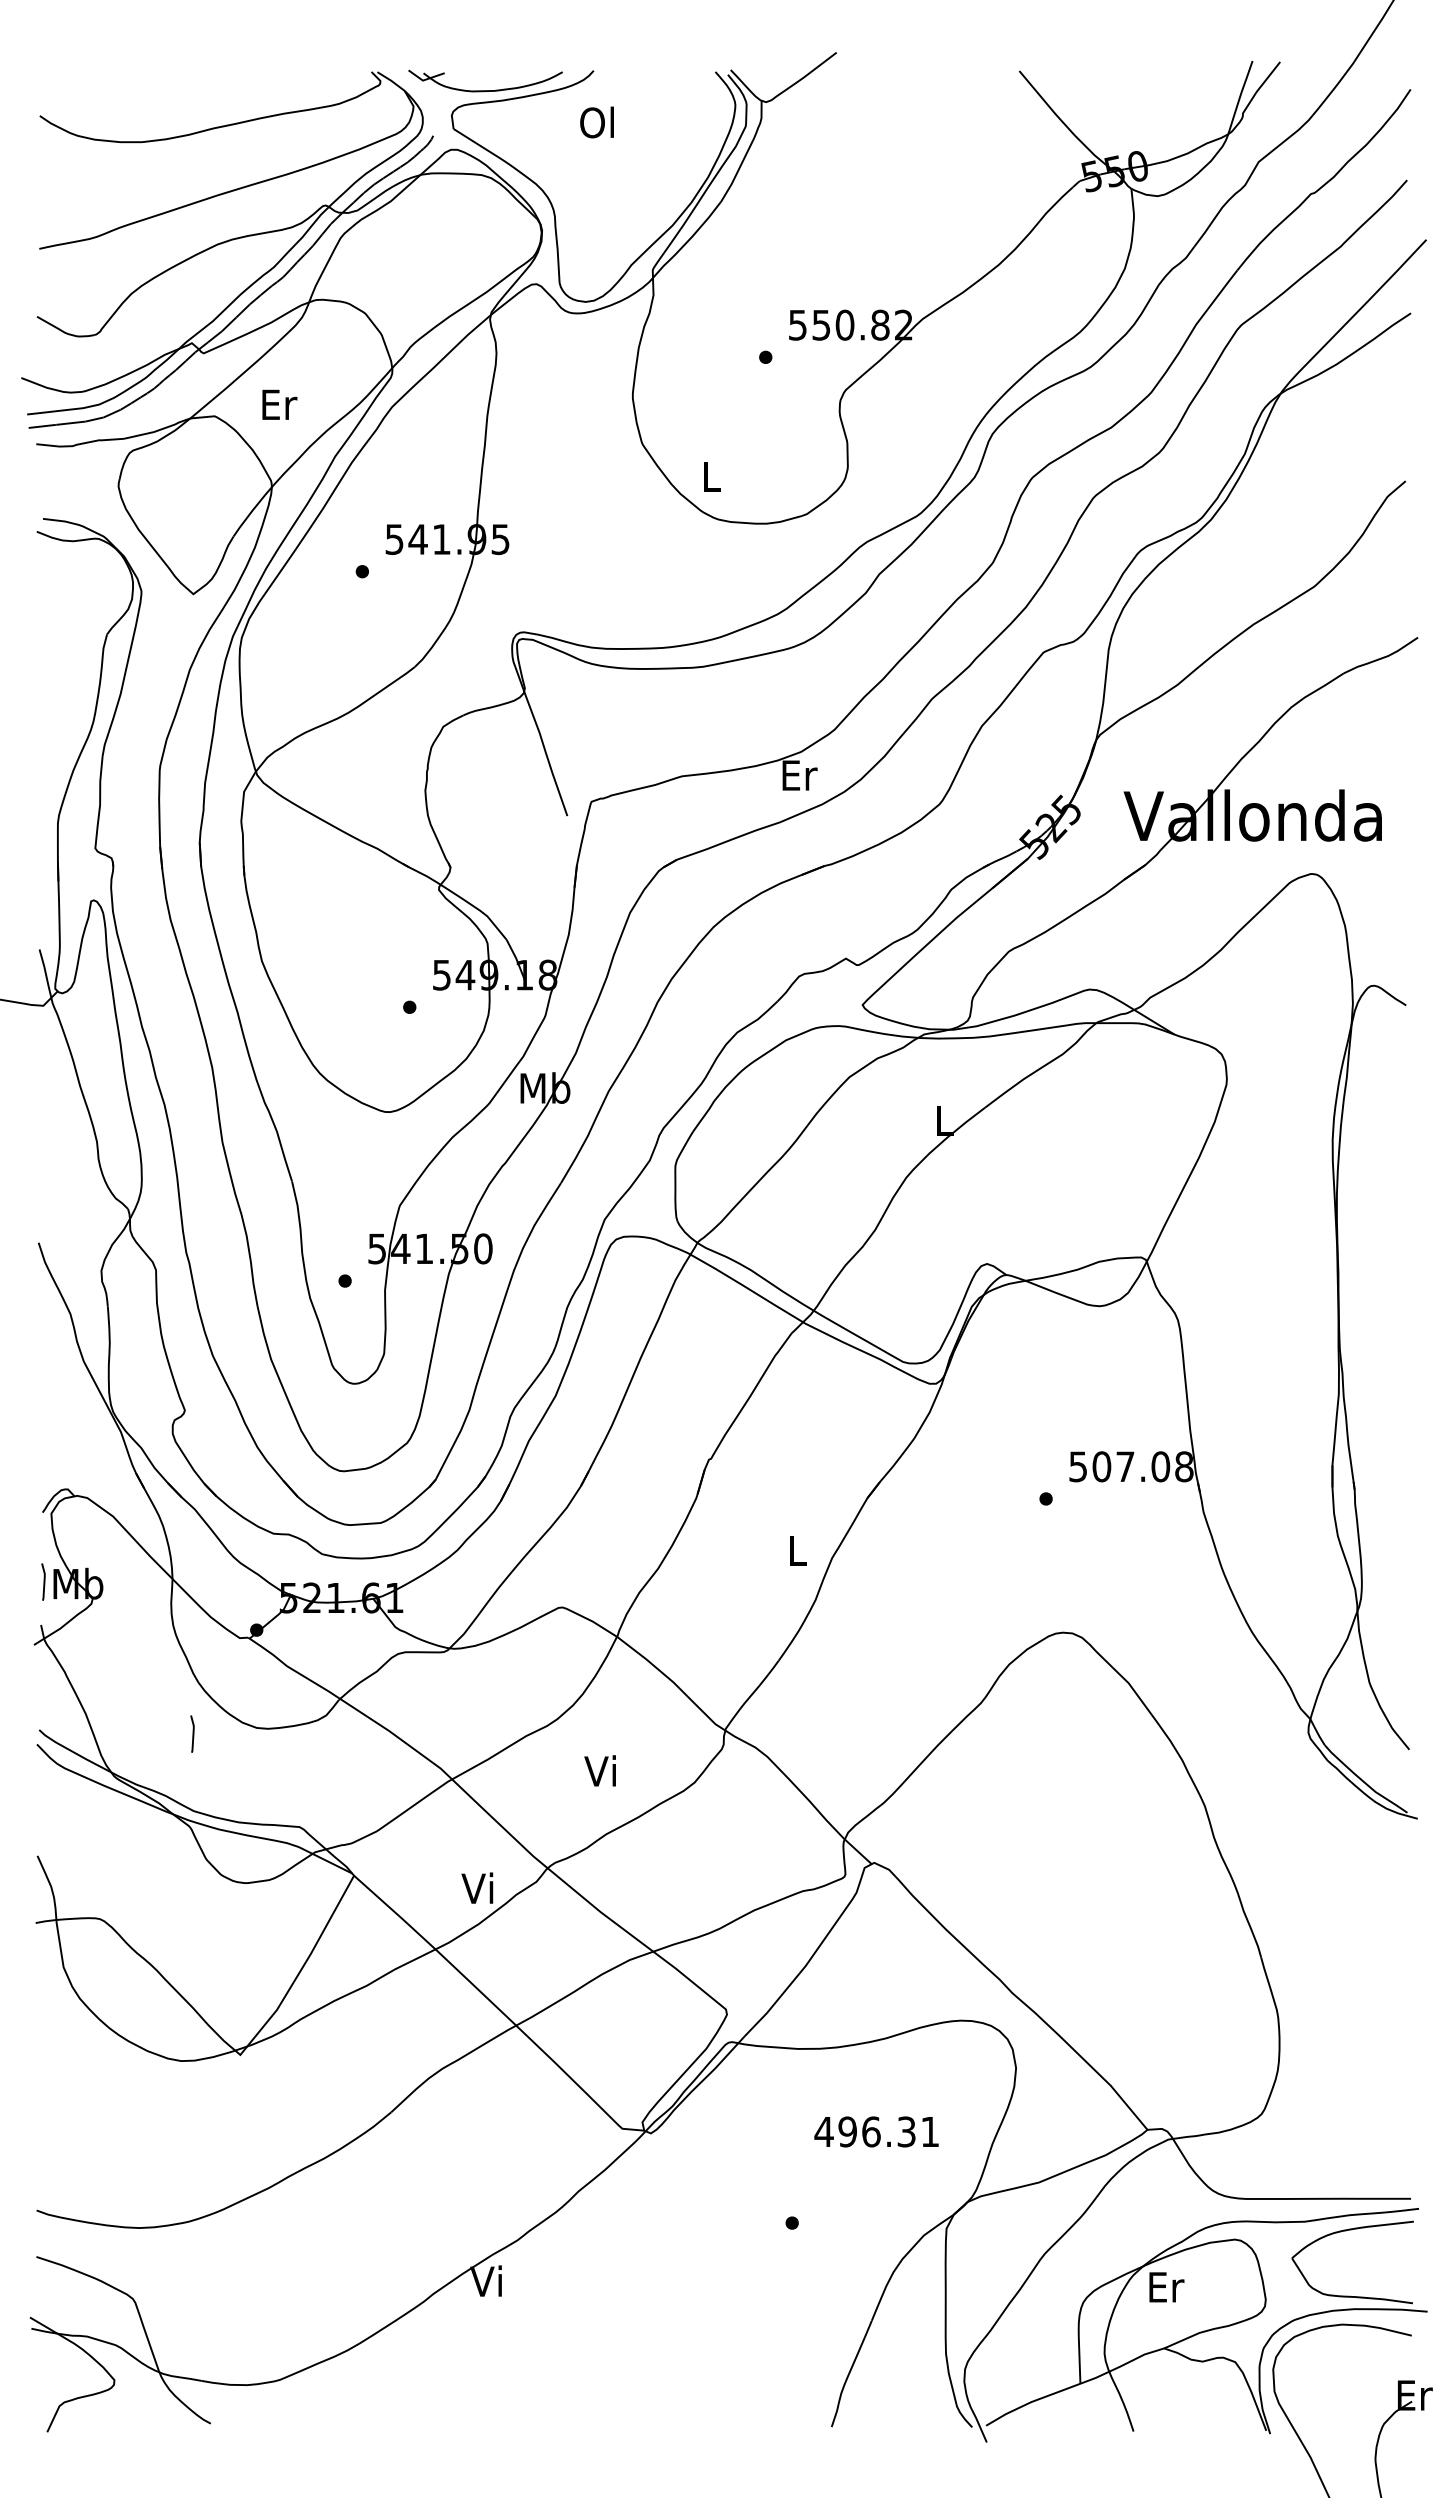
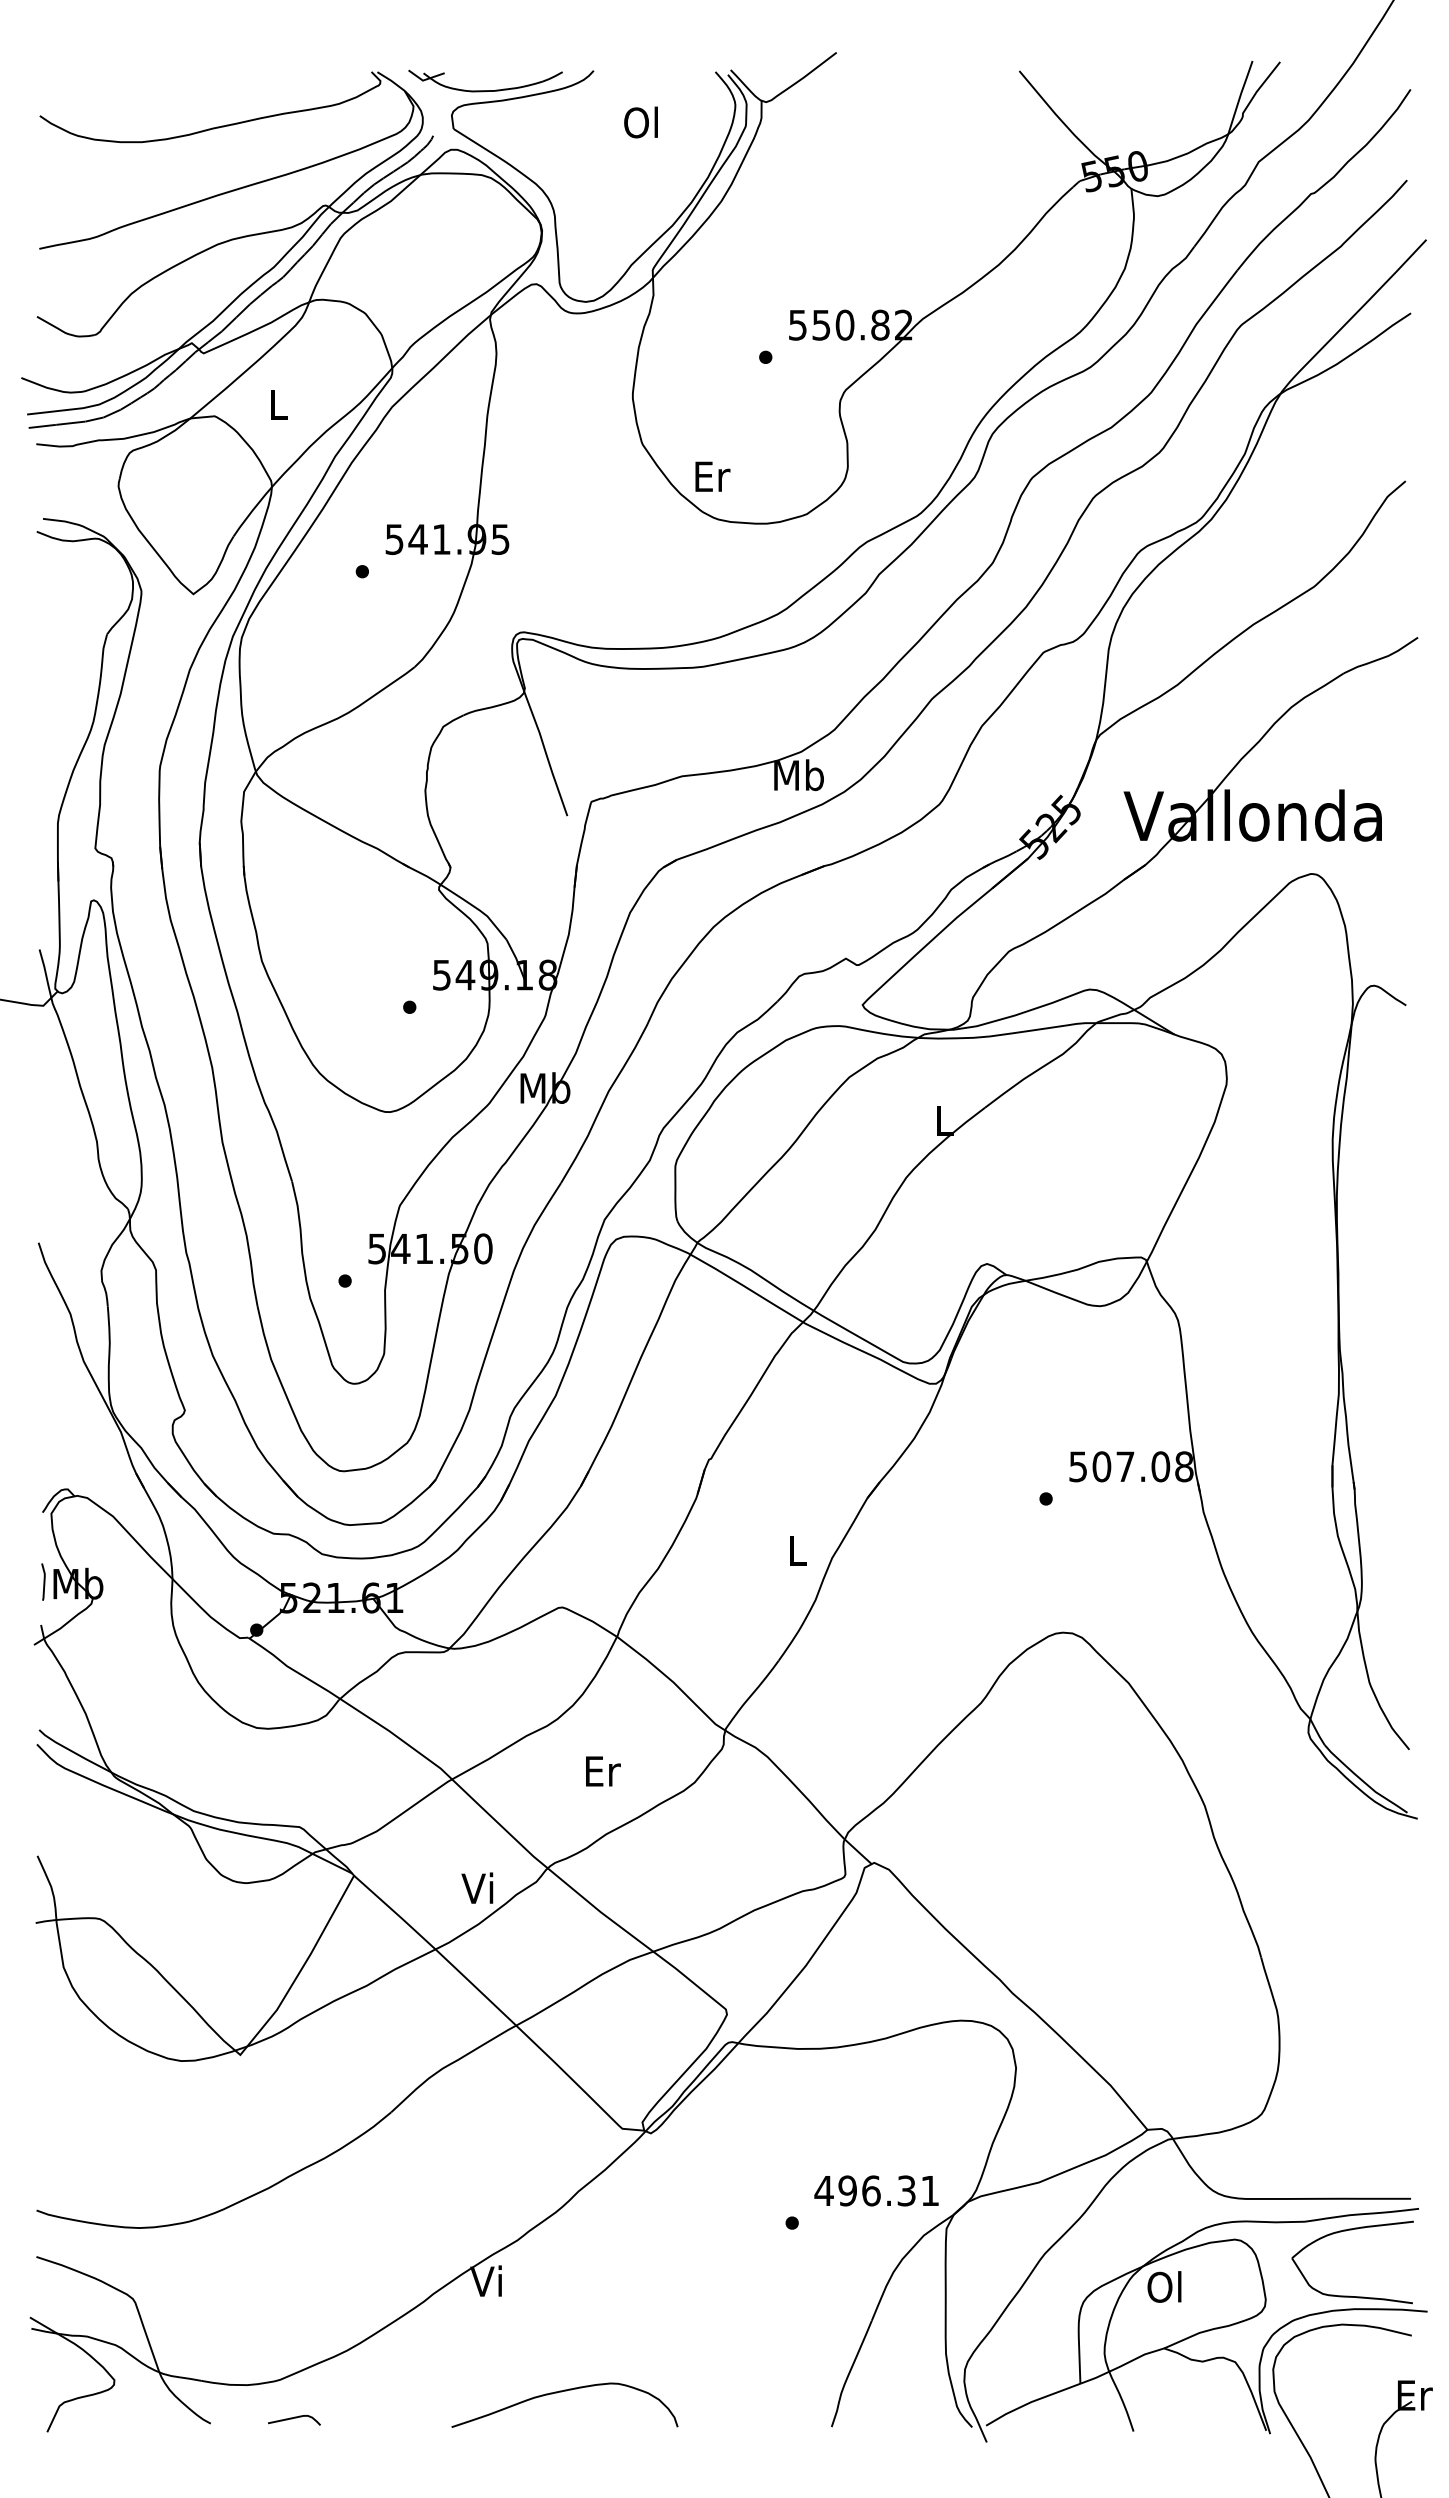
text at (596, 122) position: (596, 122) -> (640, 122)
text at (279, 404): Er -> L
text at (712, 476): L -> Er
text at (798, 775): Er -> Mb
line at (192, 1733): present -> none
text at (602, 1770): Vi -> Er
text at (876, 2131) position: (876, 2131) -> (876, 2190)
text at (1165, 2286): Er -> Ol
curve at (562, 2392): none -> present
curve at (294, 2418): none -> present
